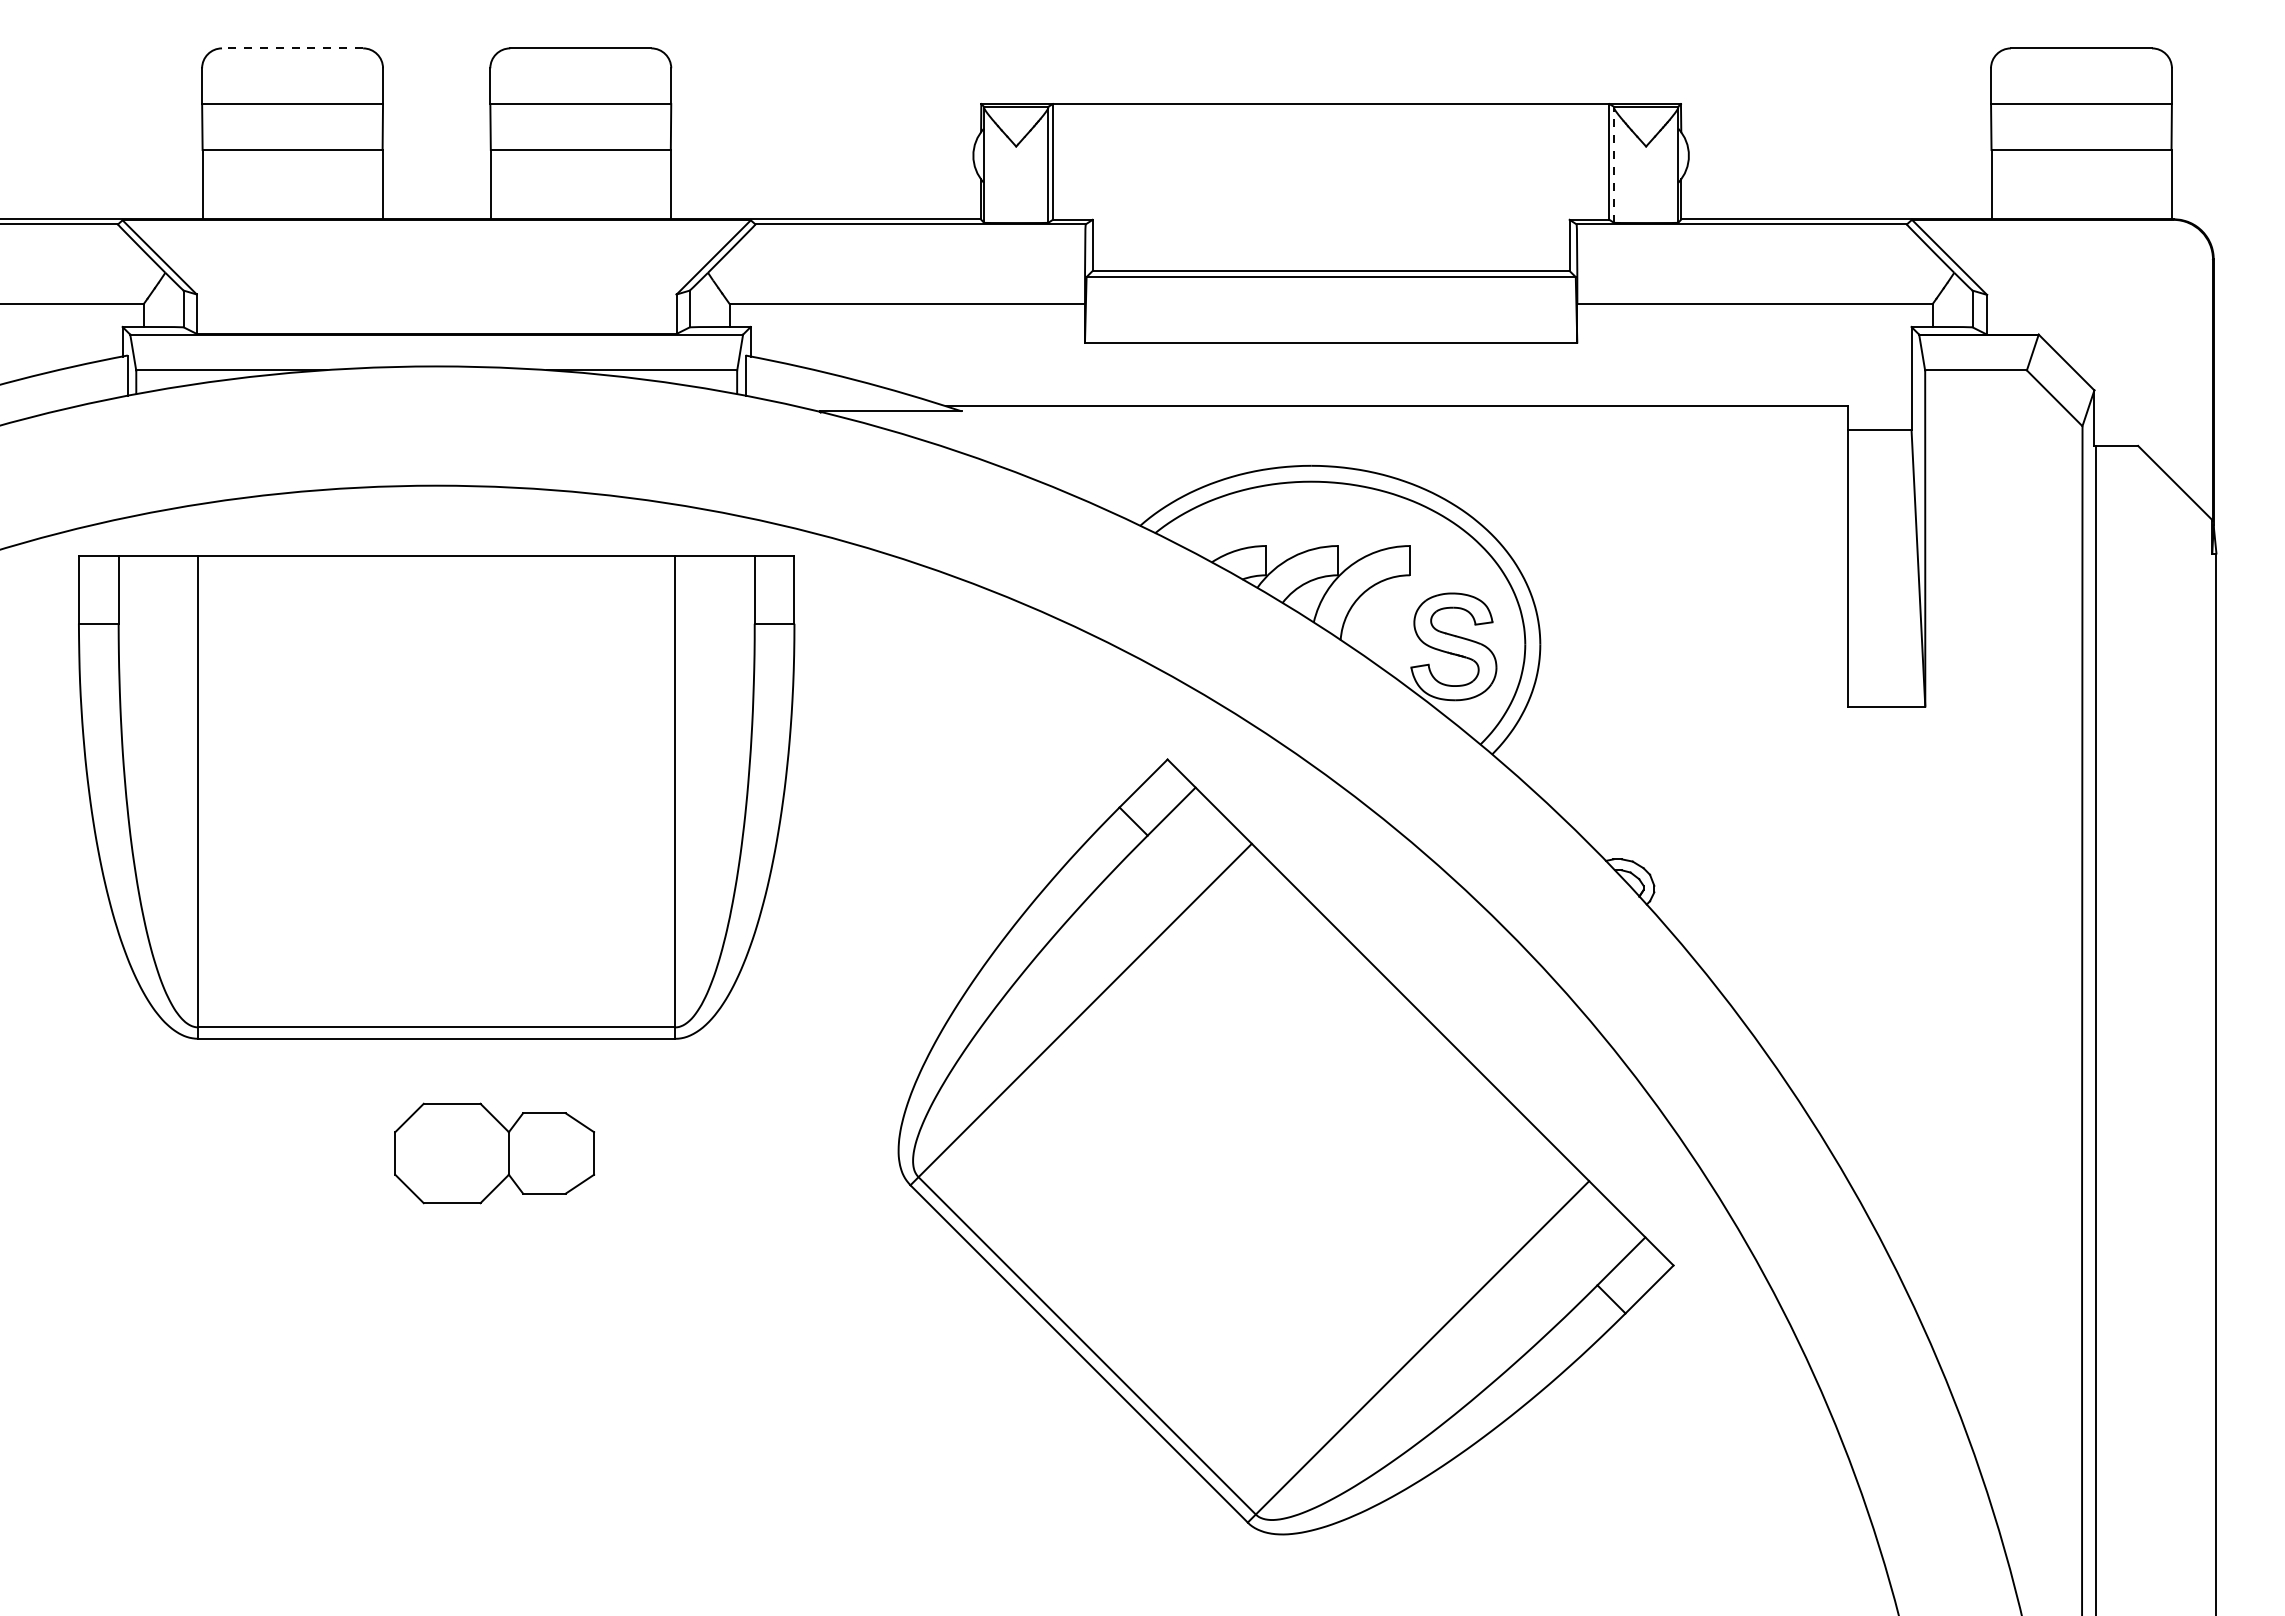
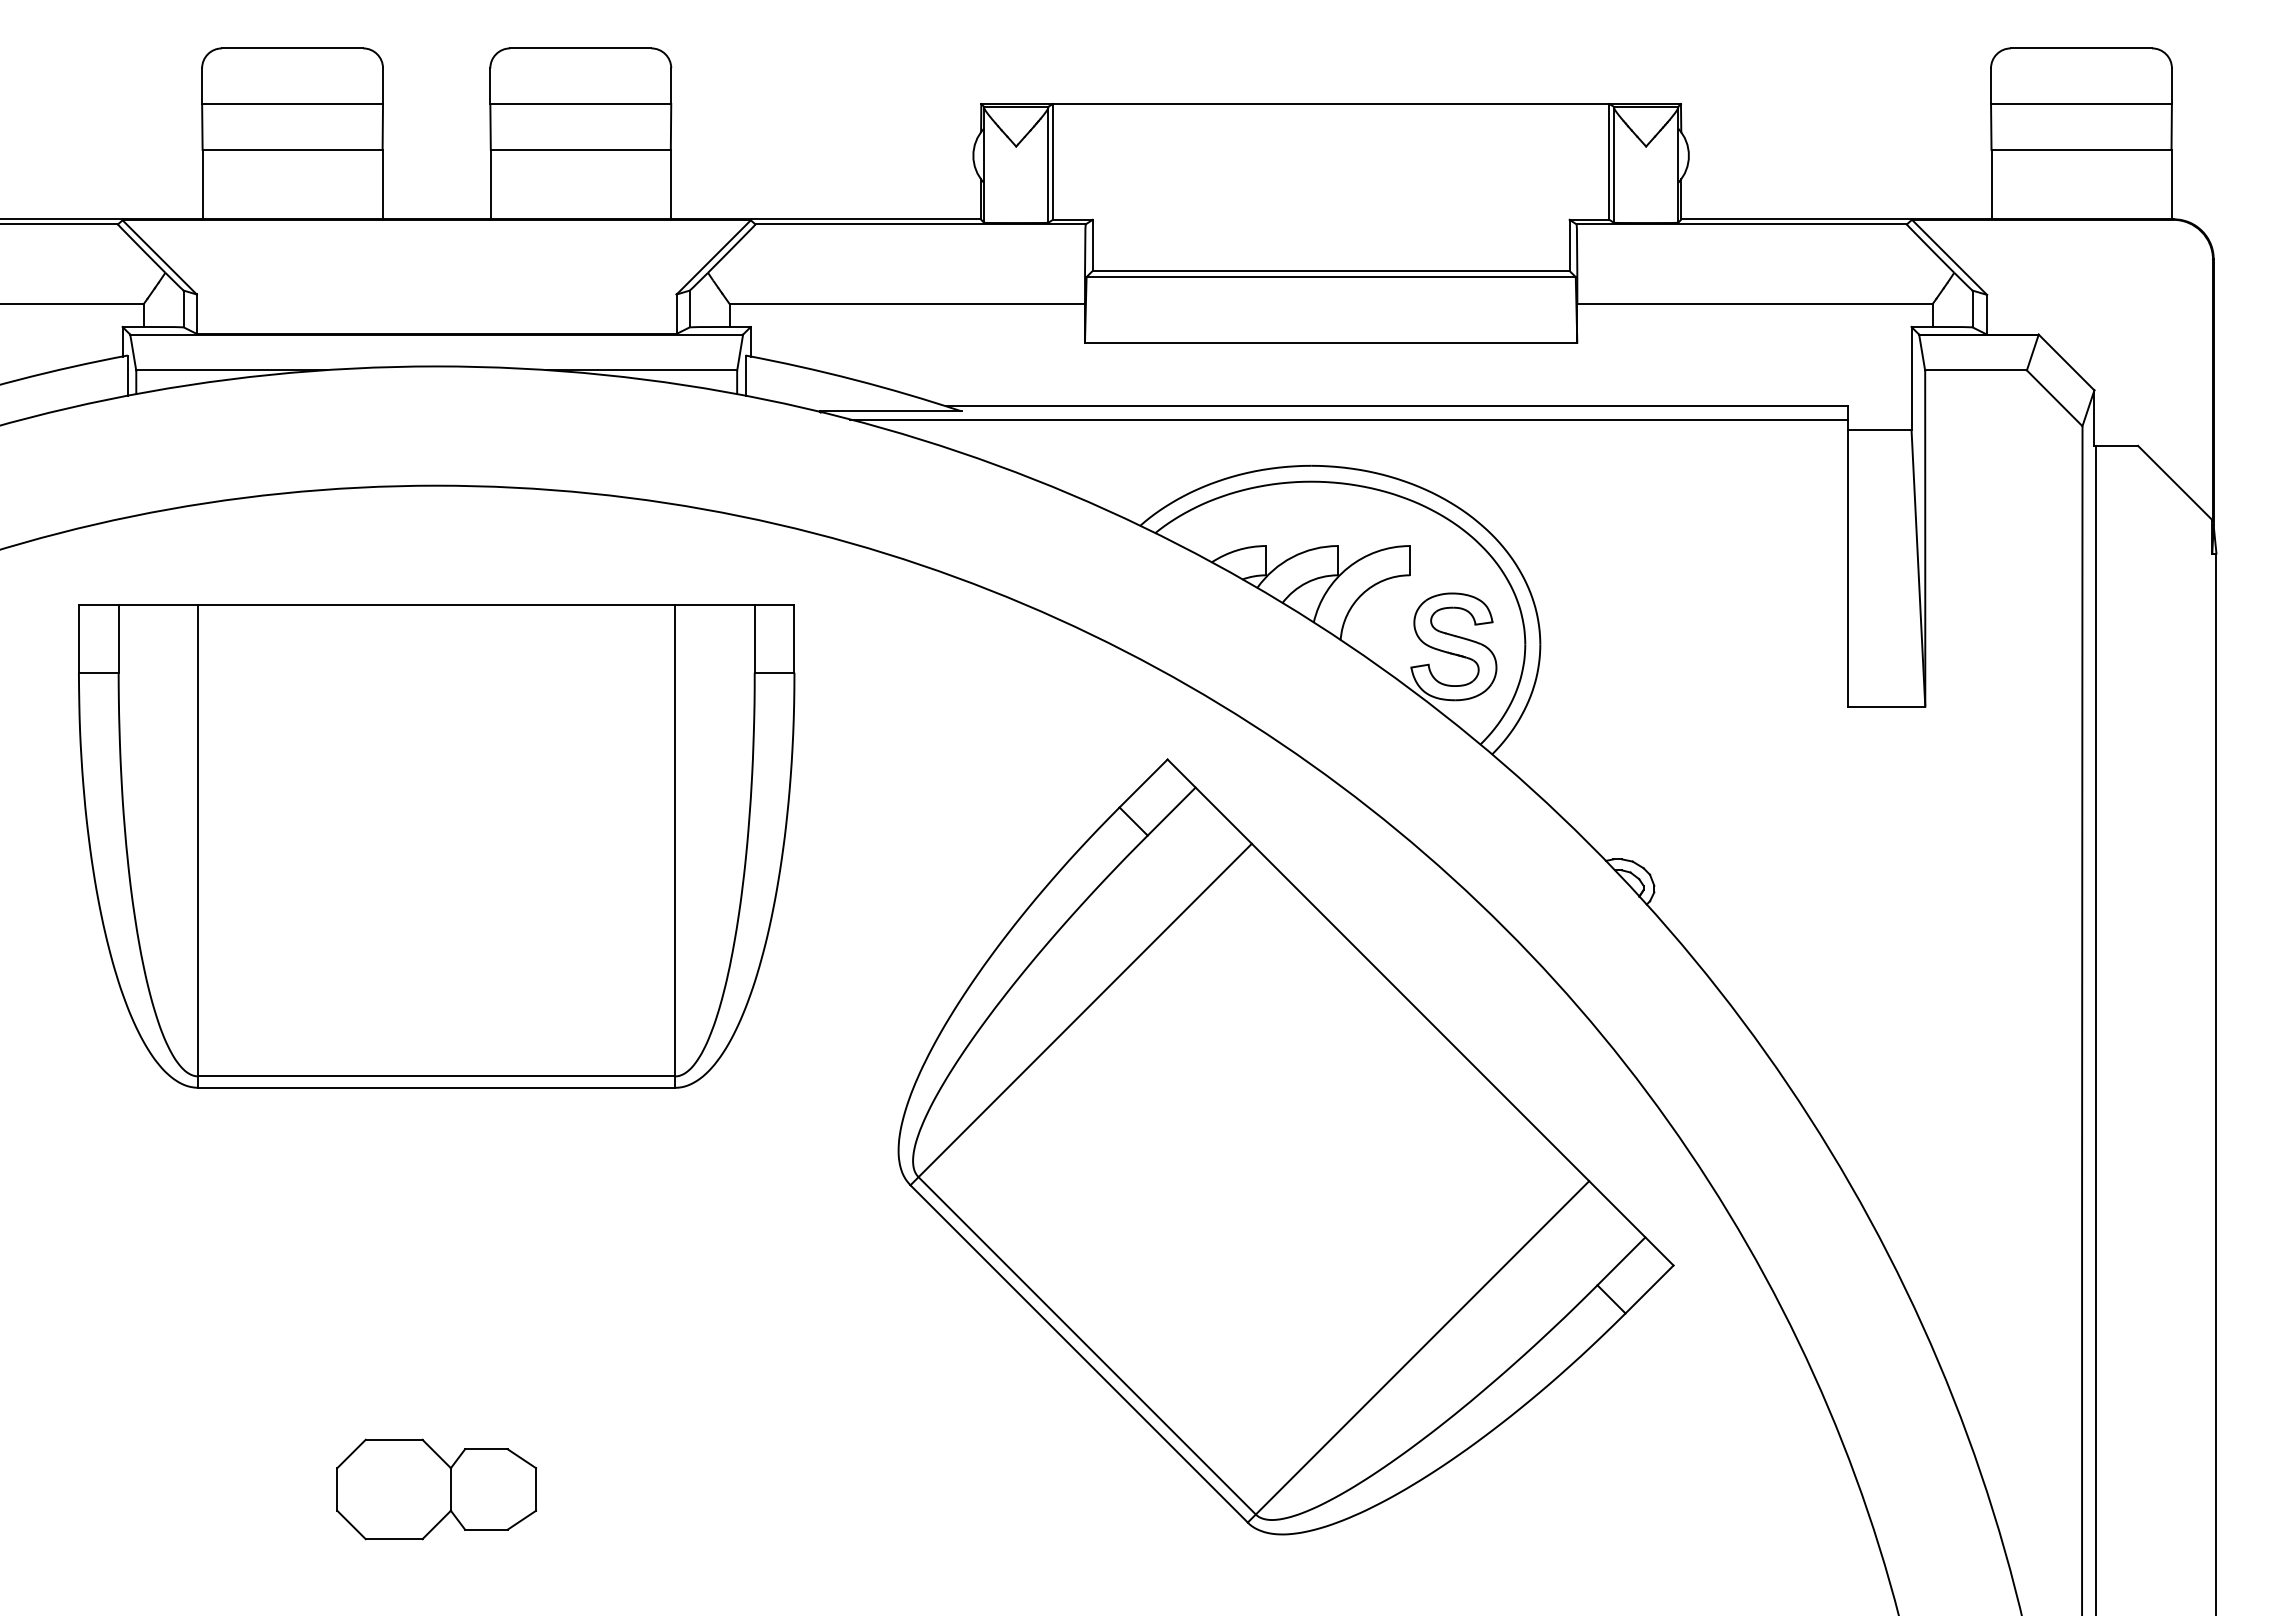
line at (292, 48): dashed -> solid
line at (1614, 165): dashed -> solid
line at (1348, 419): none -> present
part at (436, 797) position: (436, 797) -> (436, 846)
part at (494, 1153) position: (494, 1153) -> (436, 1489)
